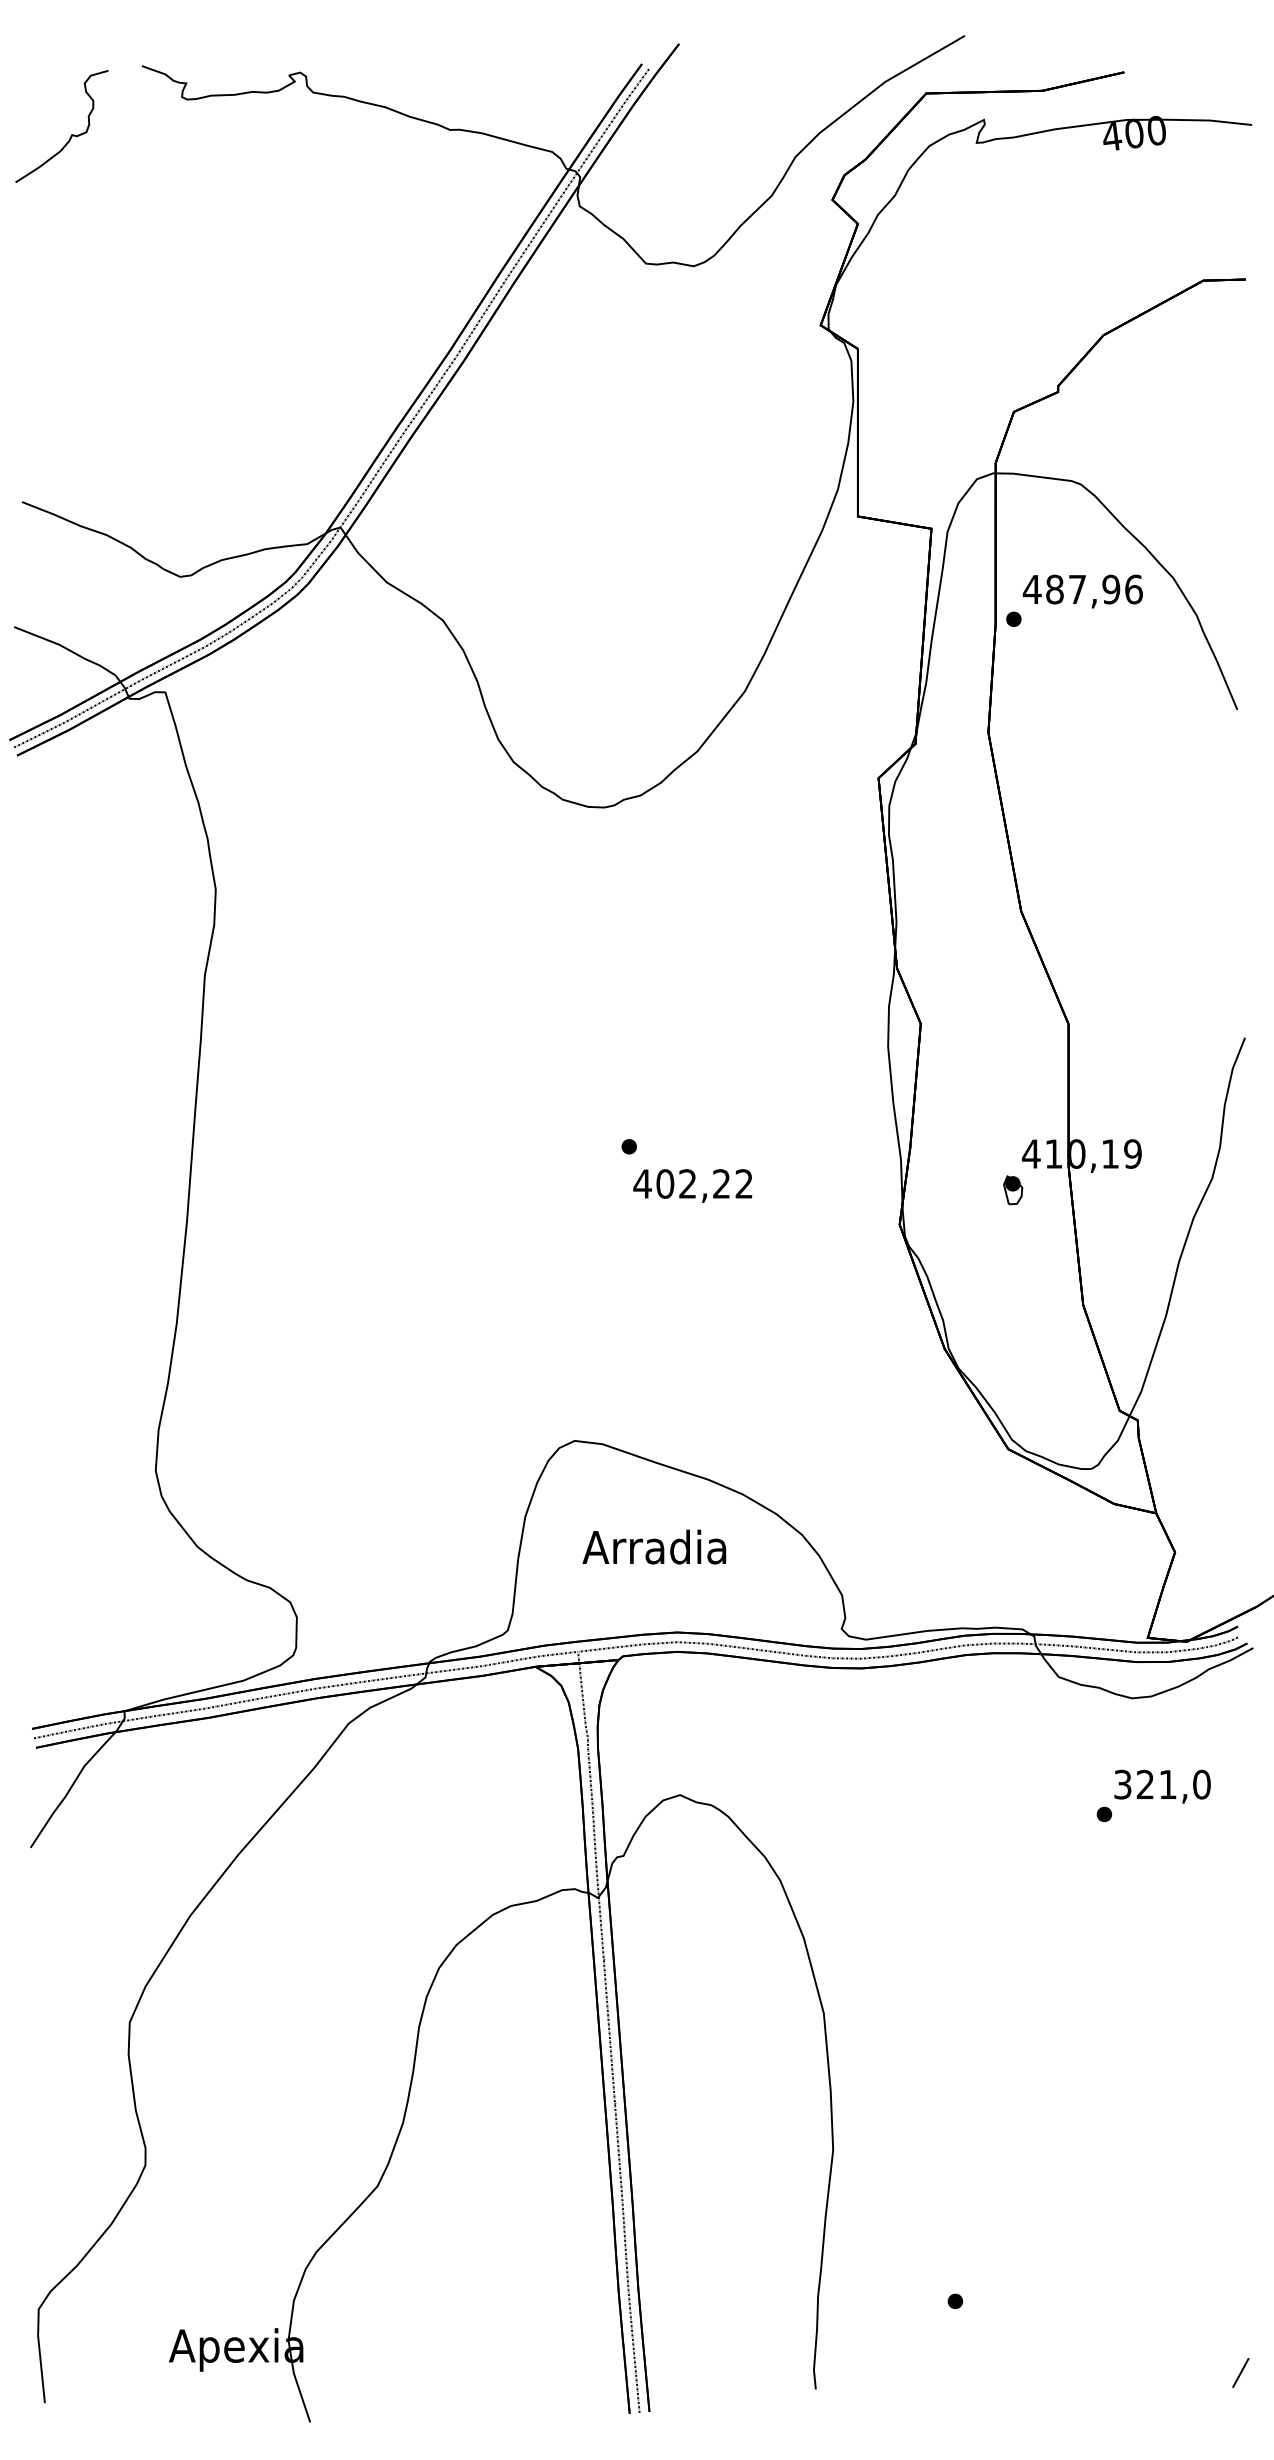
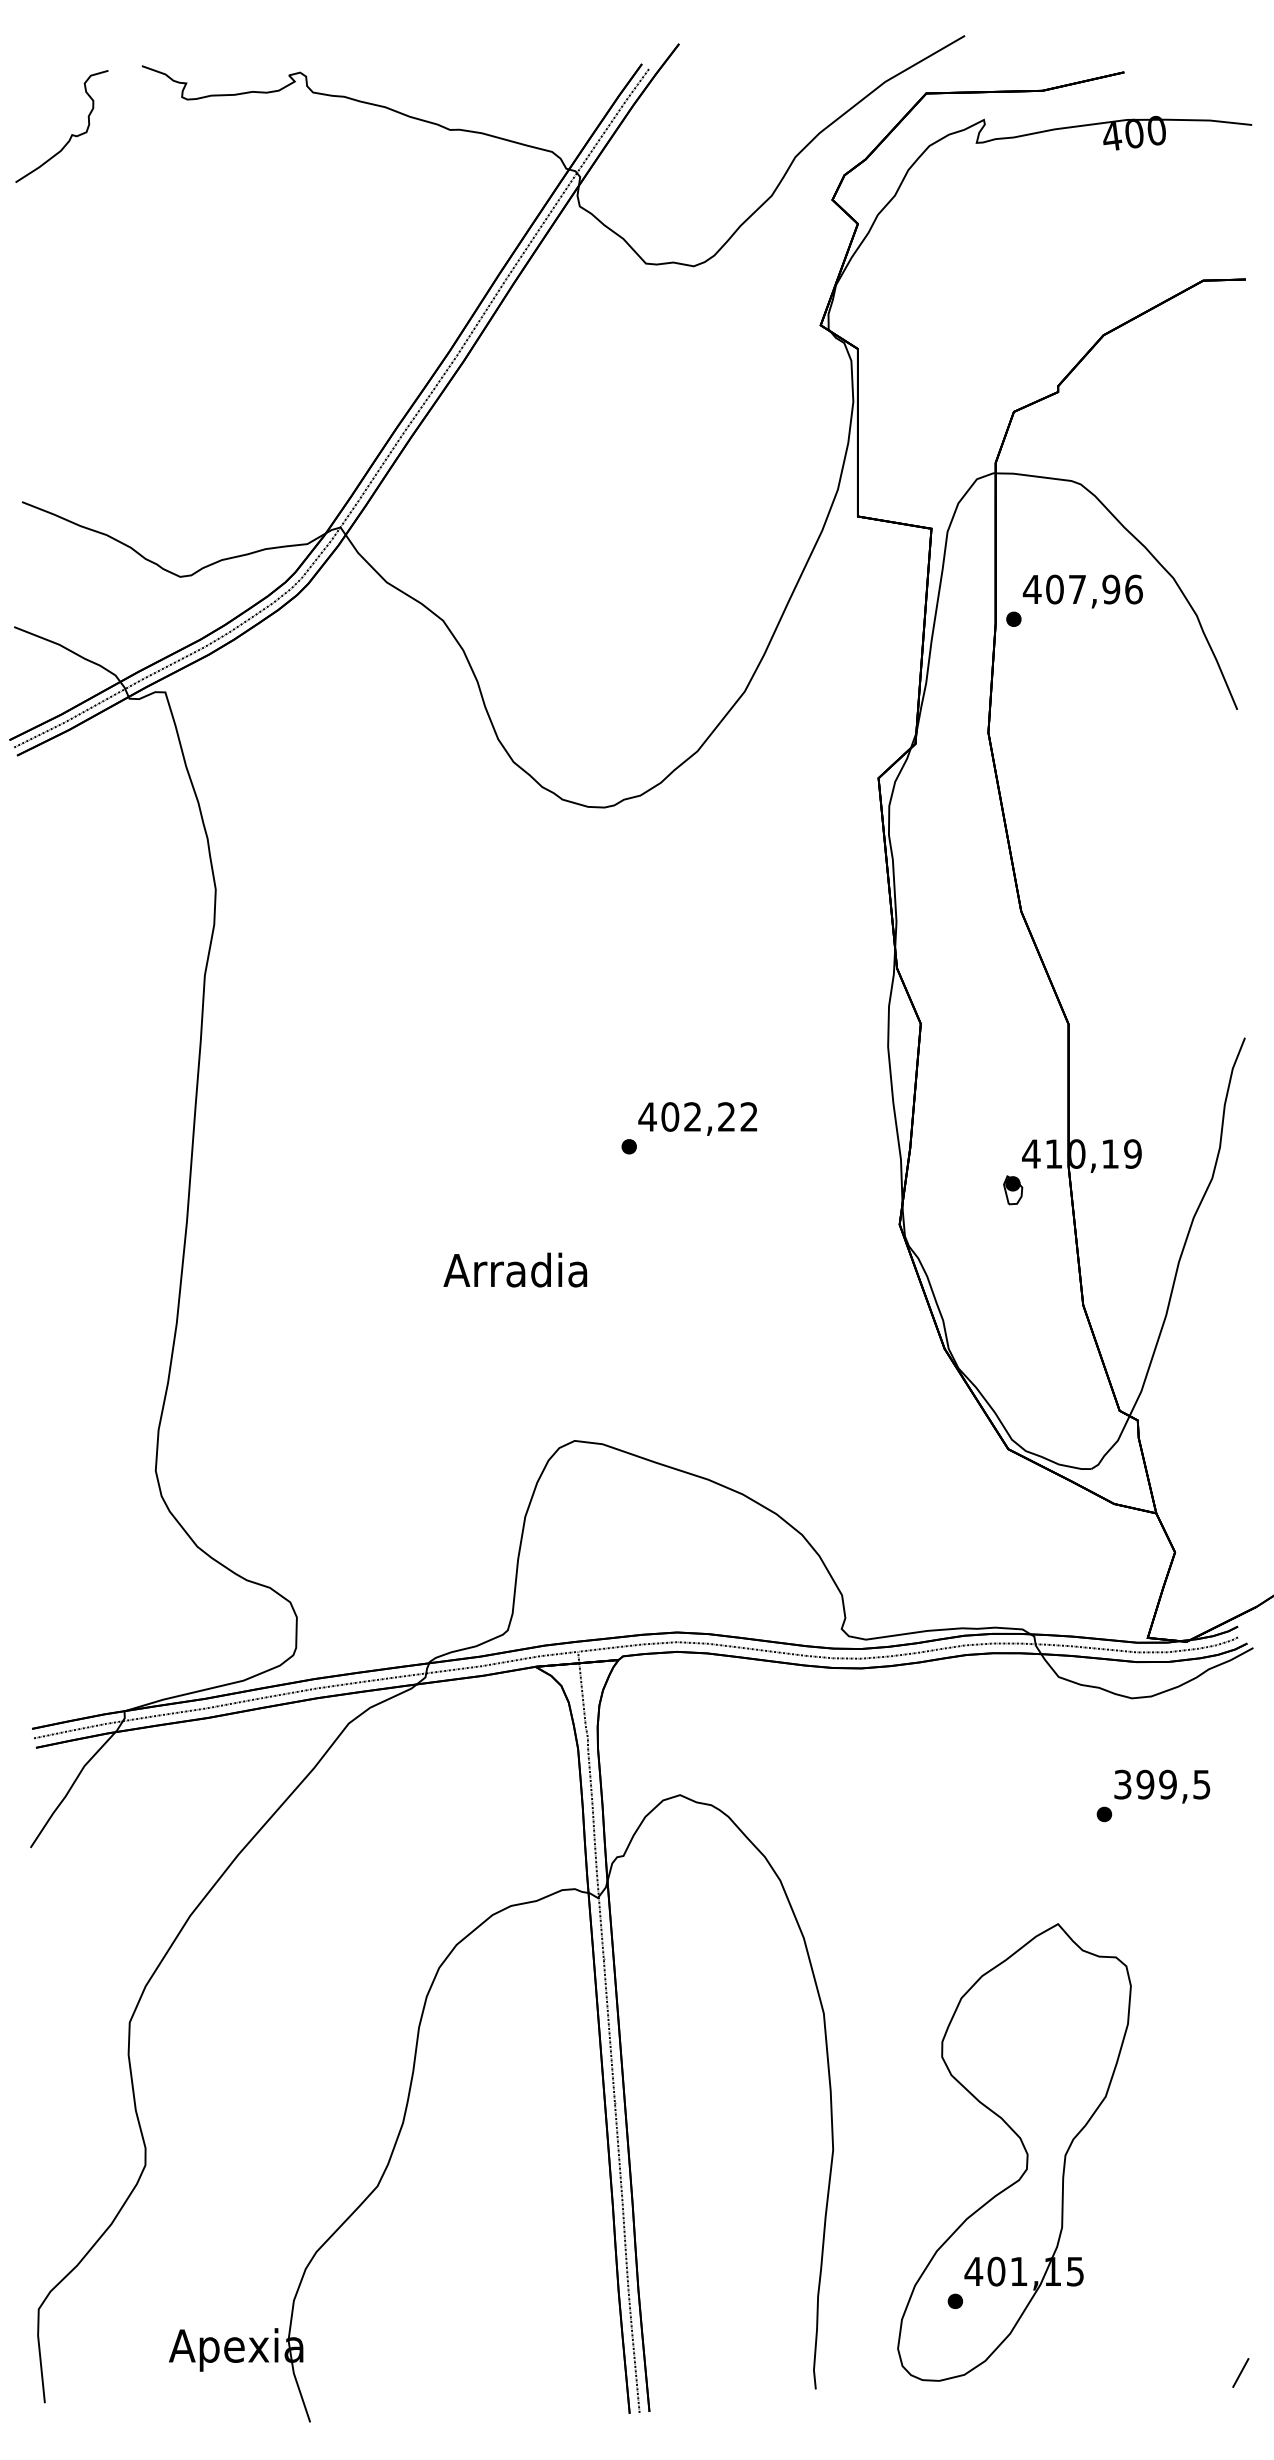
text at (1054, 589): 487,96 -> 407,96
text at (692, 1185) position: (692, 1185) -> (697, 1118)
text at (654, 1546) position: (654, 1546) -> (515, 1269)
text at (1173, 1784): 321,0 -> 399,5
part at (1023, 2148): none -> present
